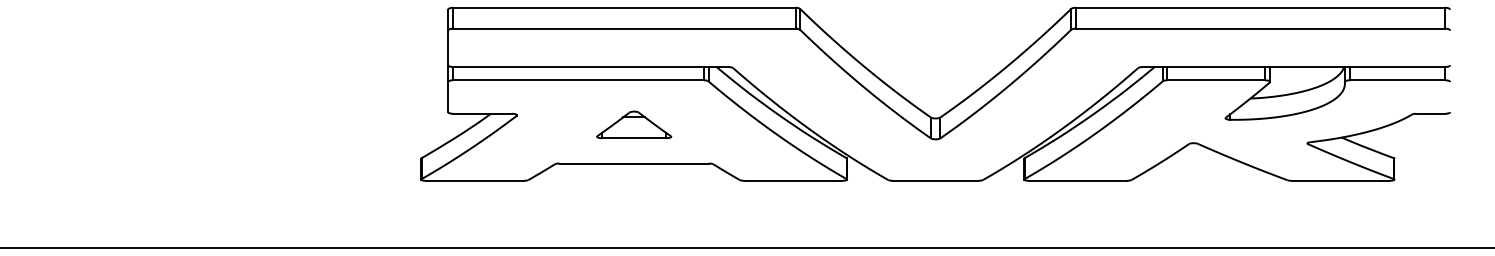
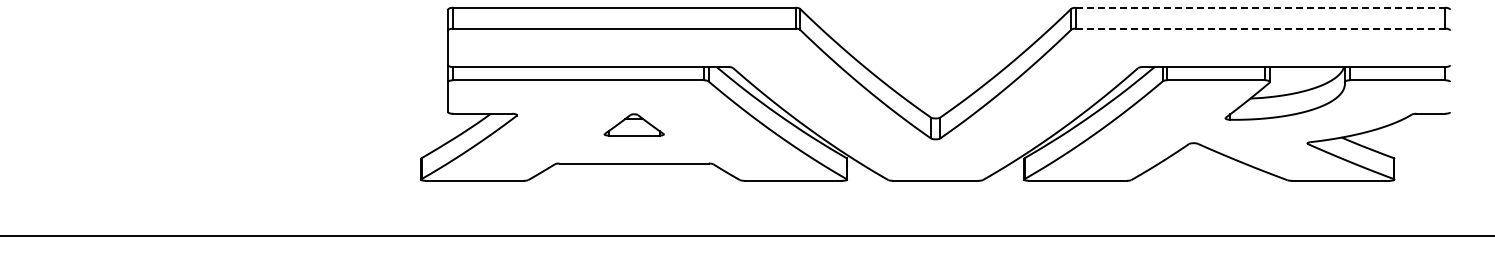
line at (1260, 7): solid -> dashed
line at (1260, 28): solid -> dashed
part at (634, 124) size: 77x30 px -> 62x24 px
line at (746, 248) position: (746, 248) -> (746, 236)
